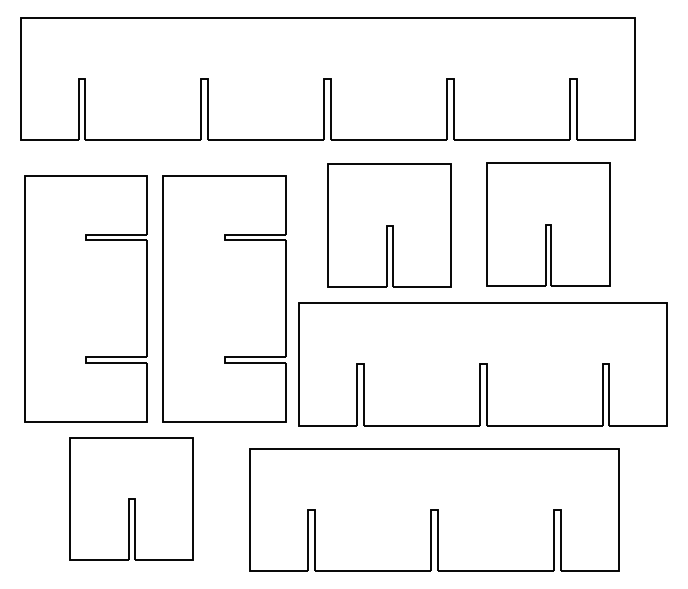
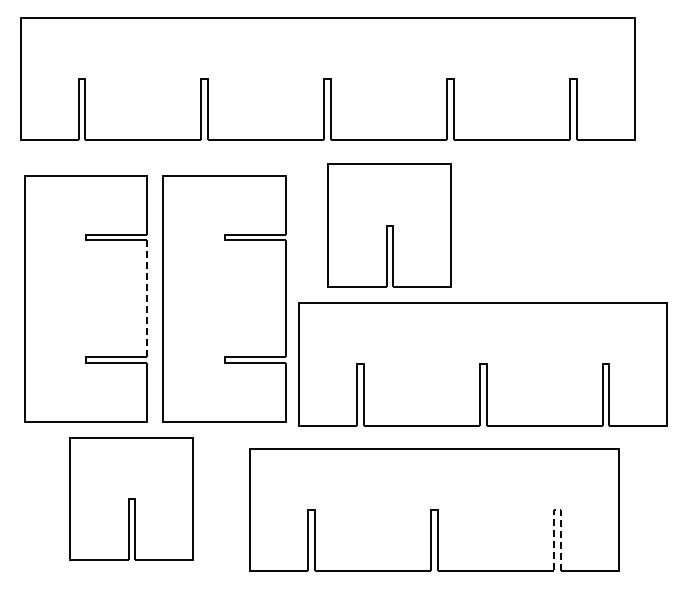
part at (548, 224): present -> none
line at (147, 298): solid -> dashed
line at (556, 509): solid -> dashed
